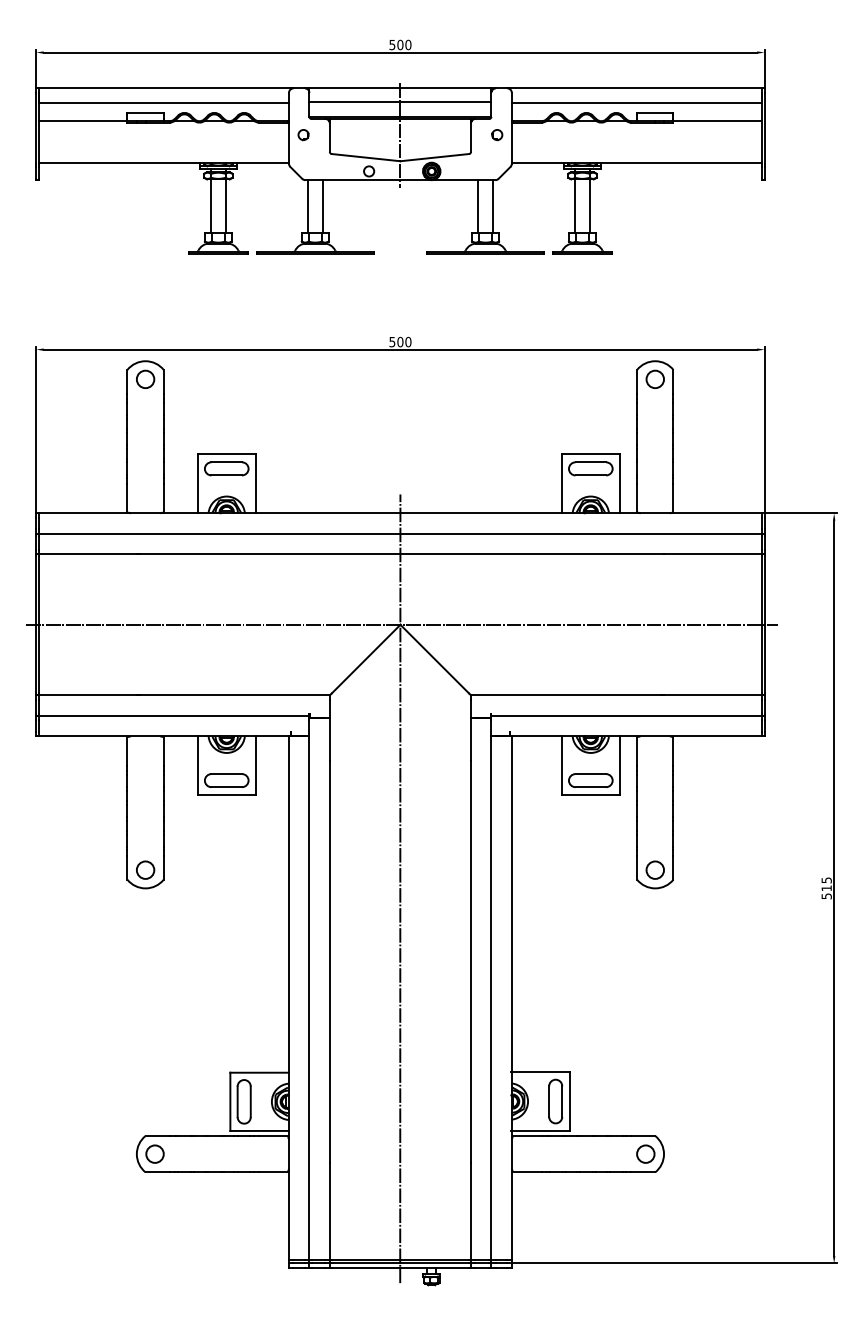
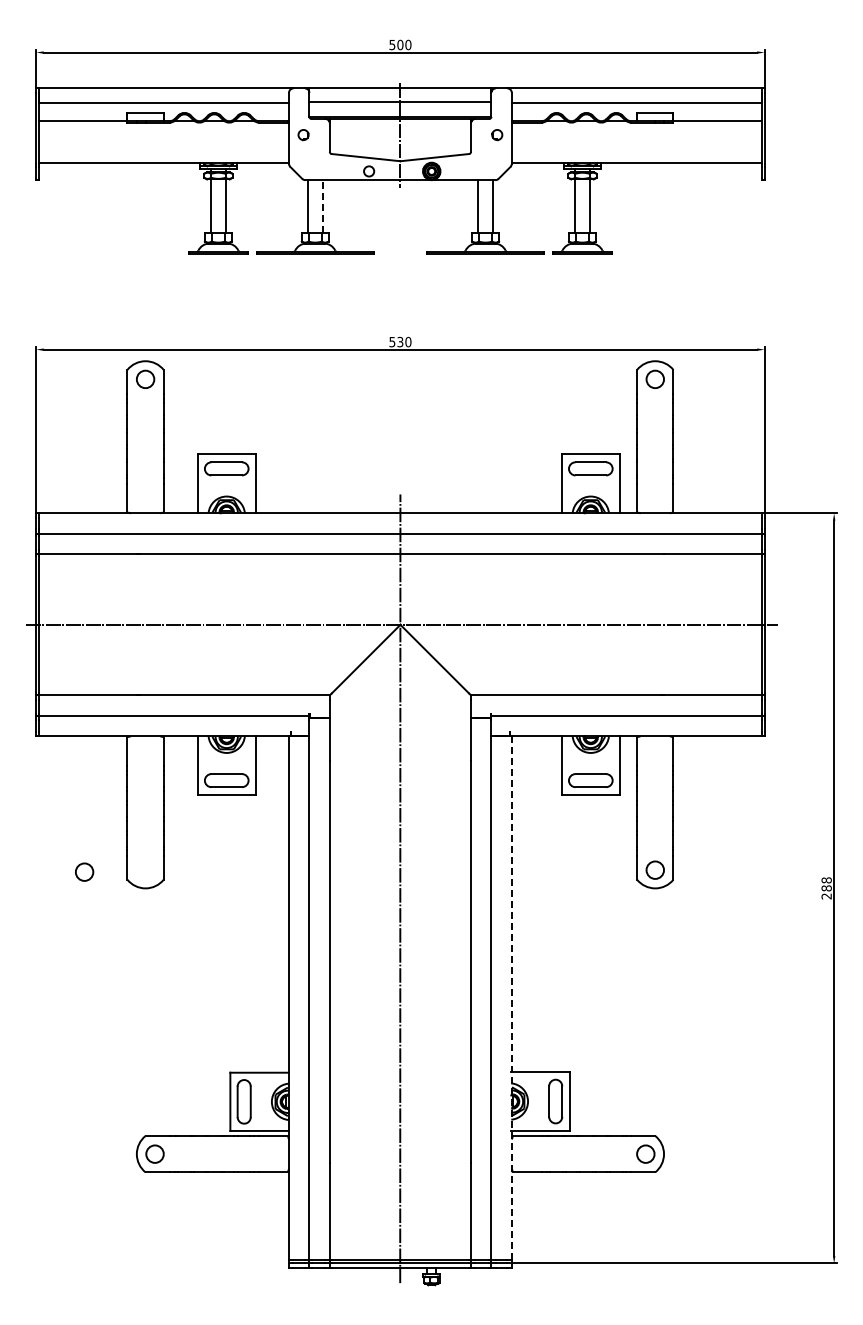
line at (322, 206): solid -> dashed
text at (400, 342): 500 -> 530
circle at (145, 869) position: (145, 869) -> (84, 871)
text at (826, 888): 515 -> 288
line at (511, 997): solid -> dashed
